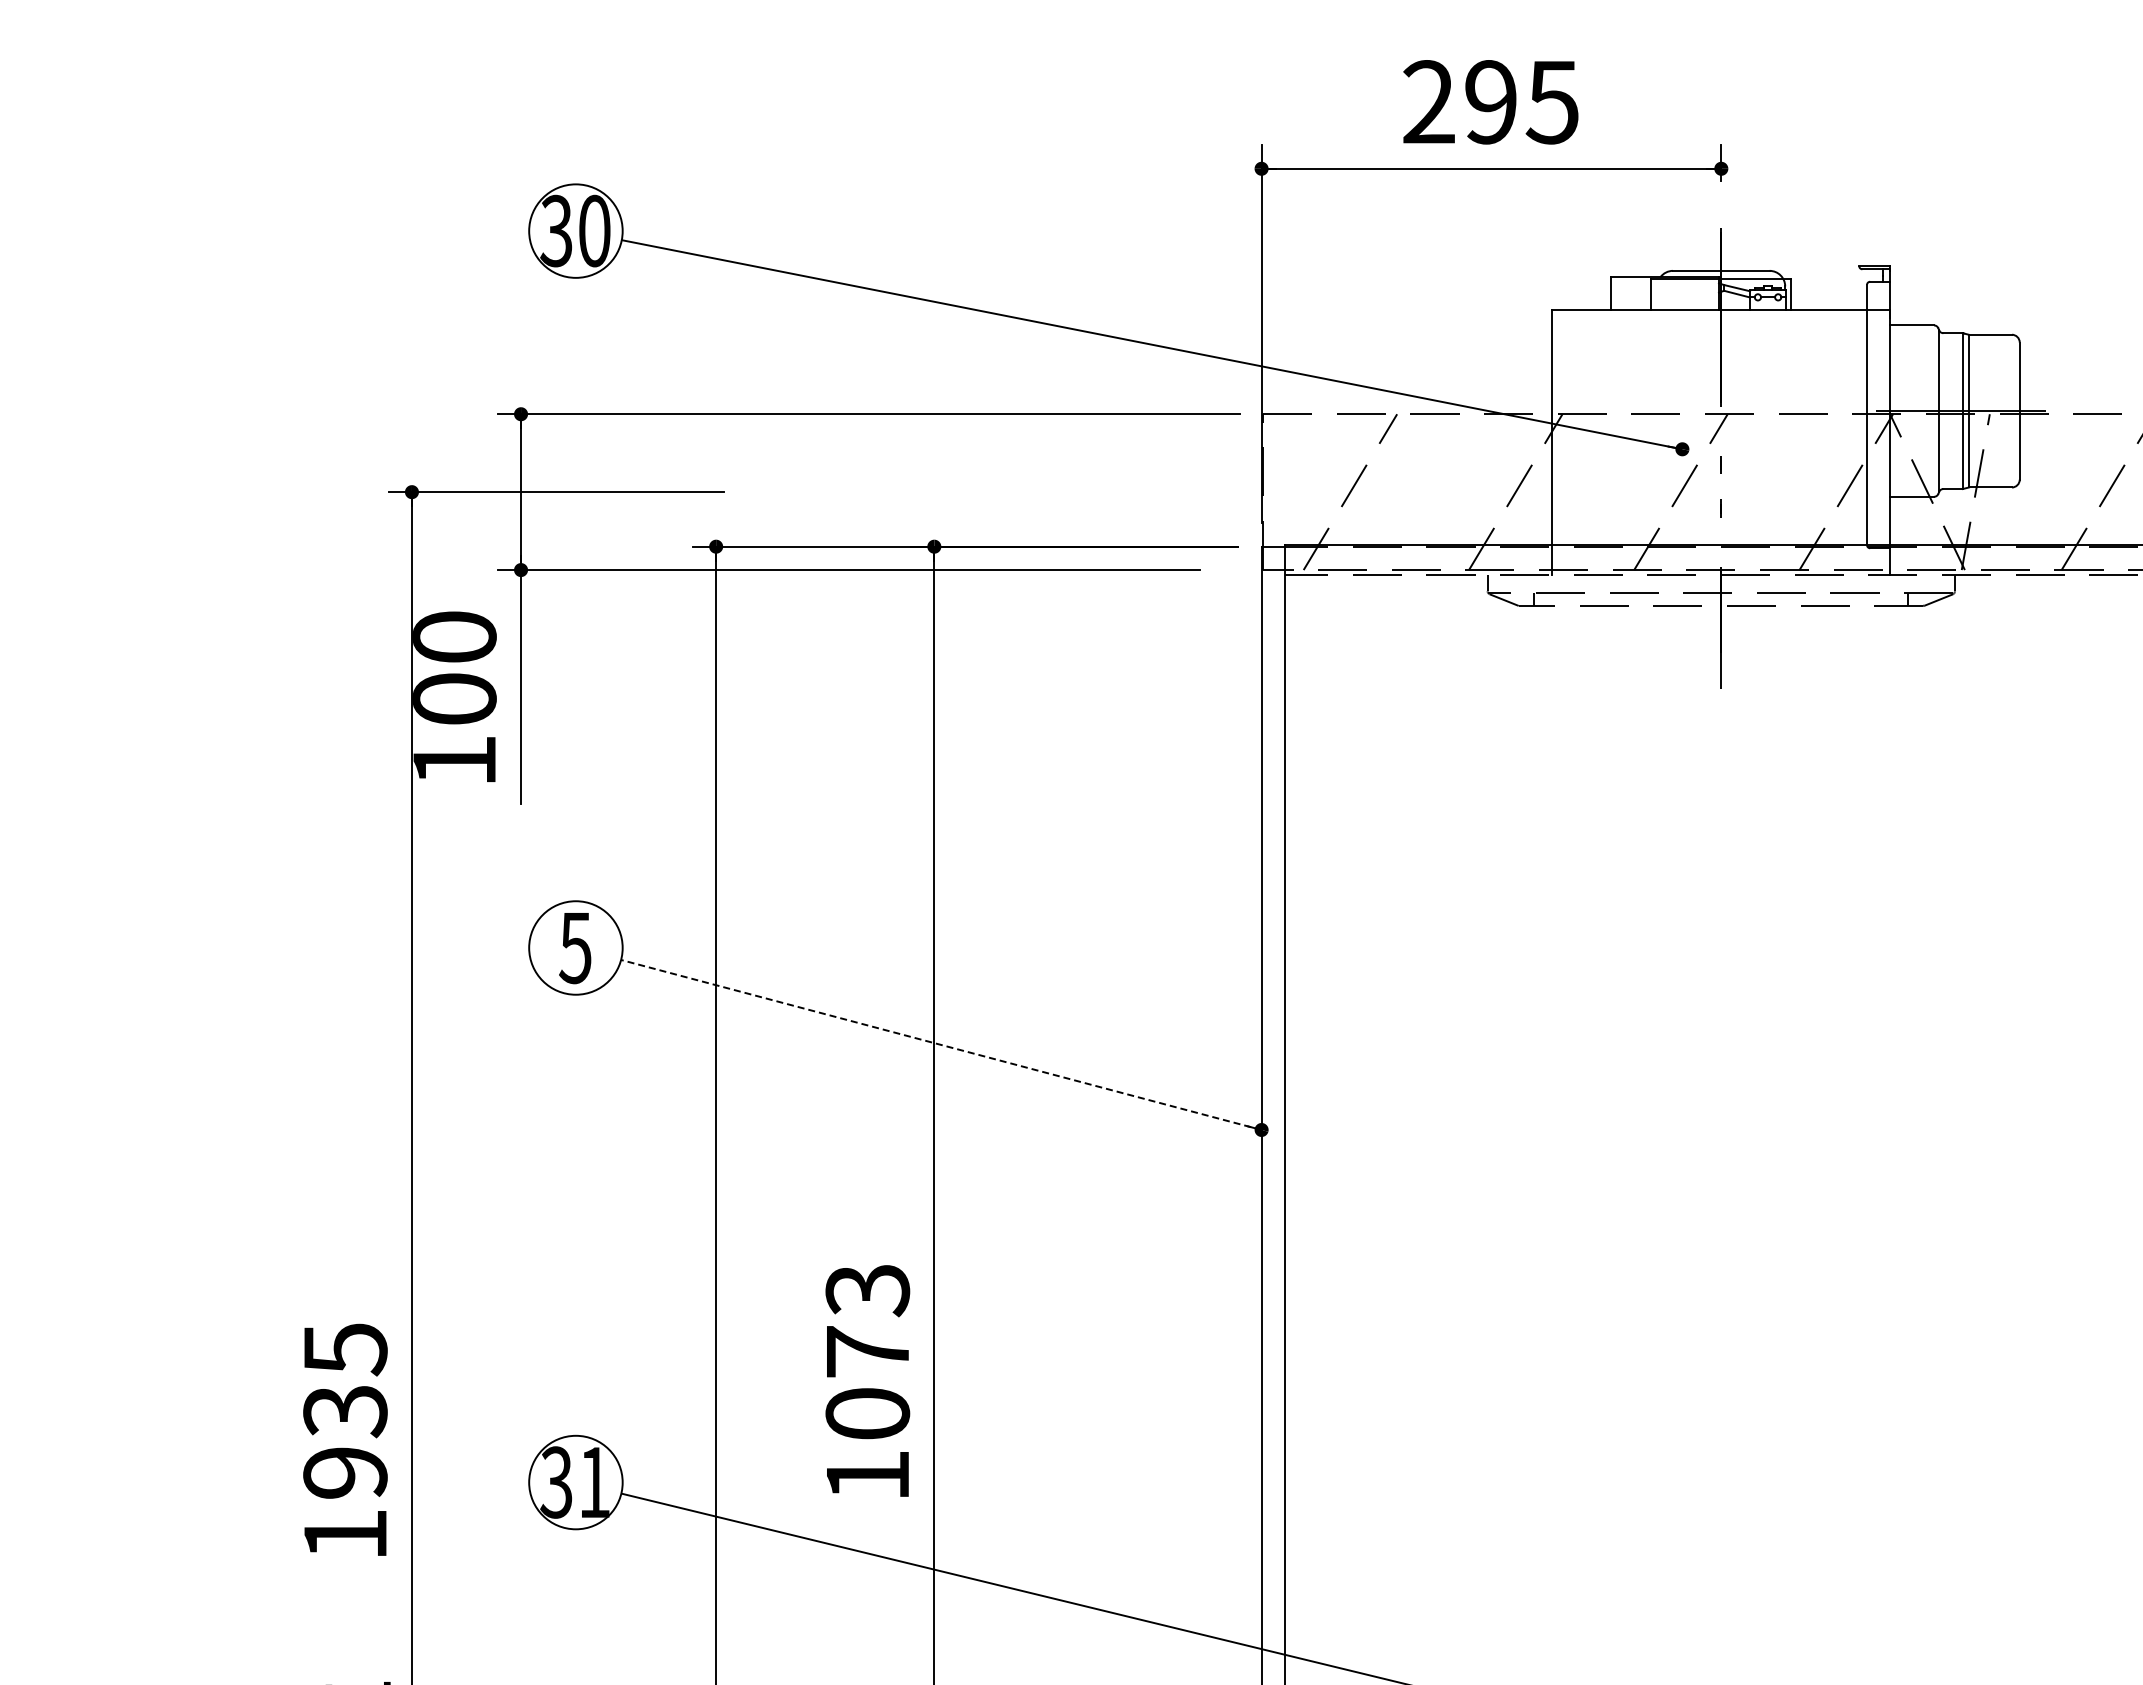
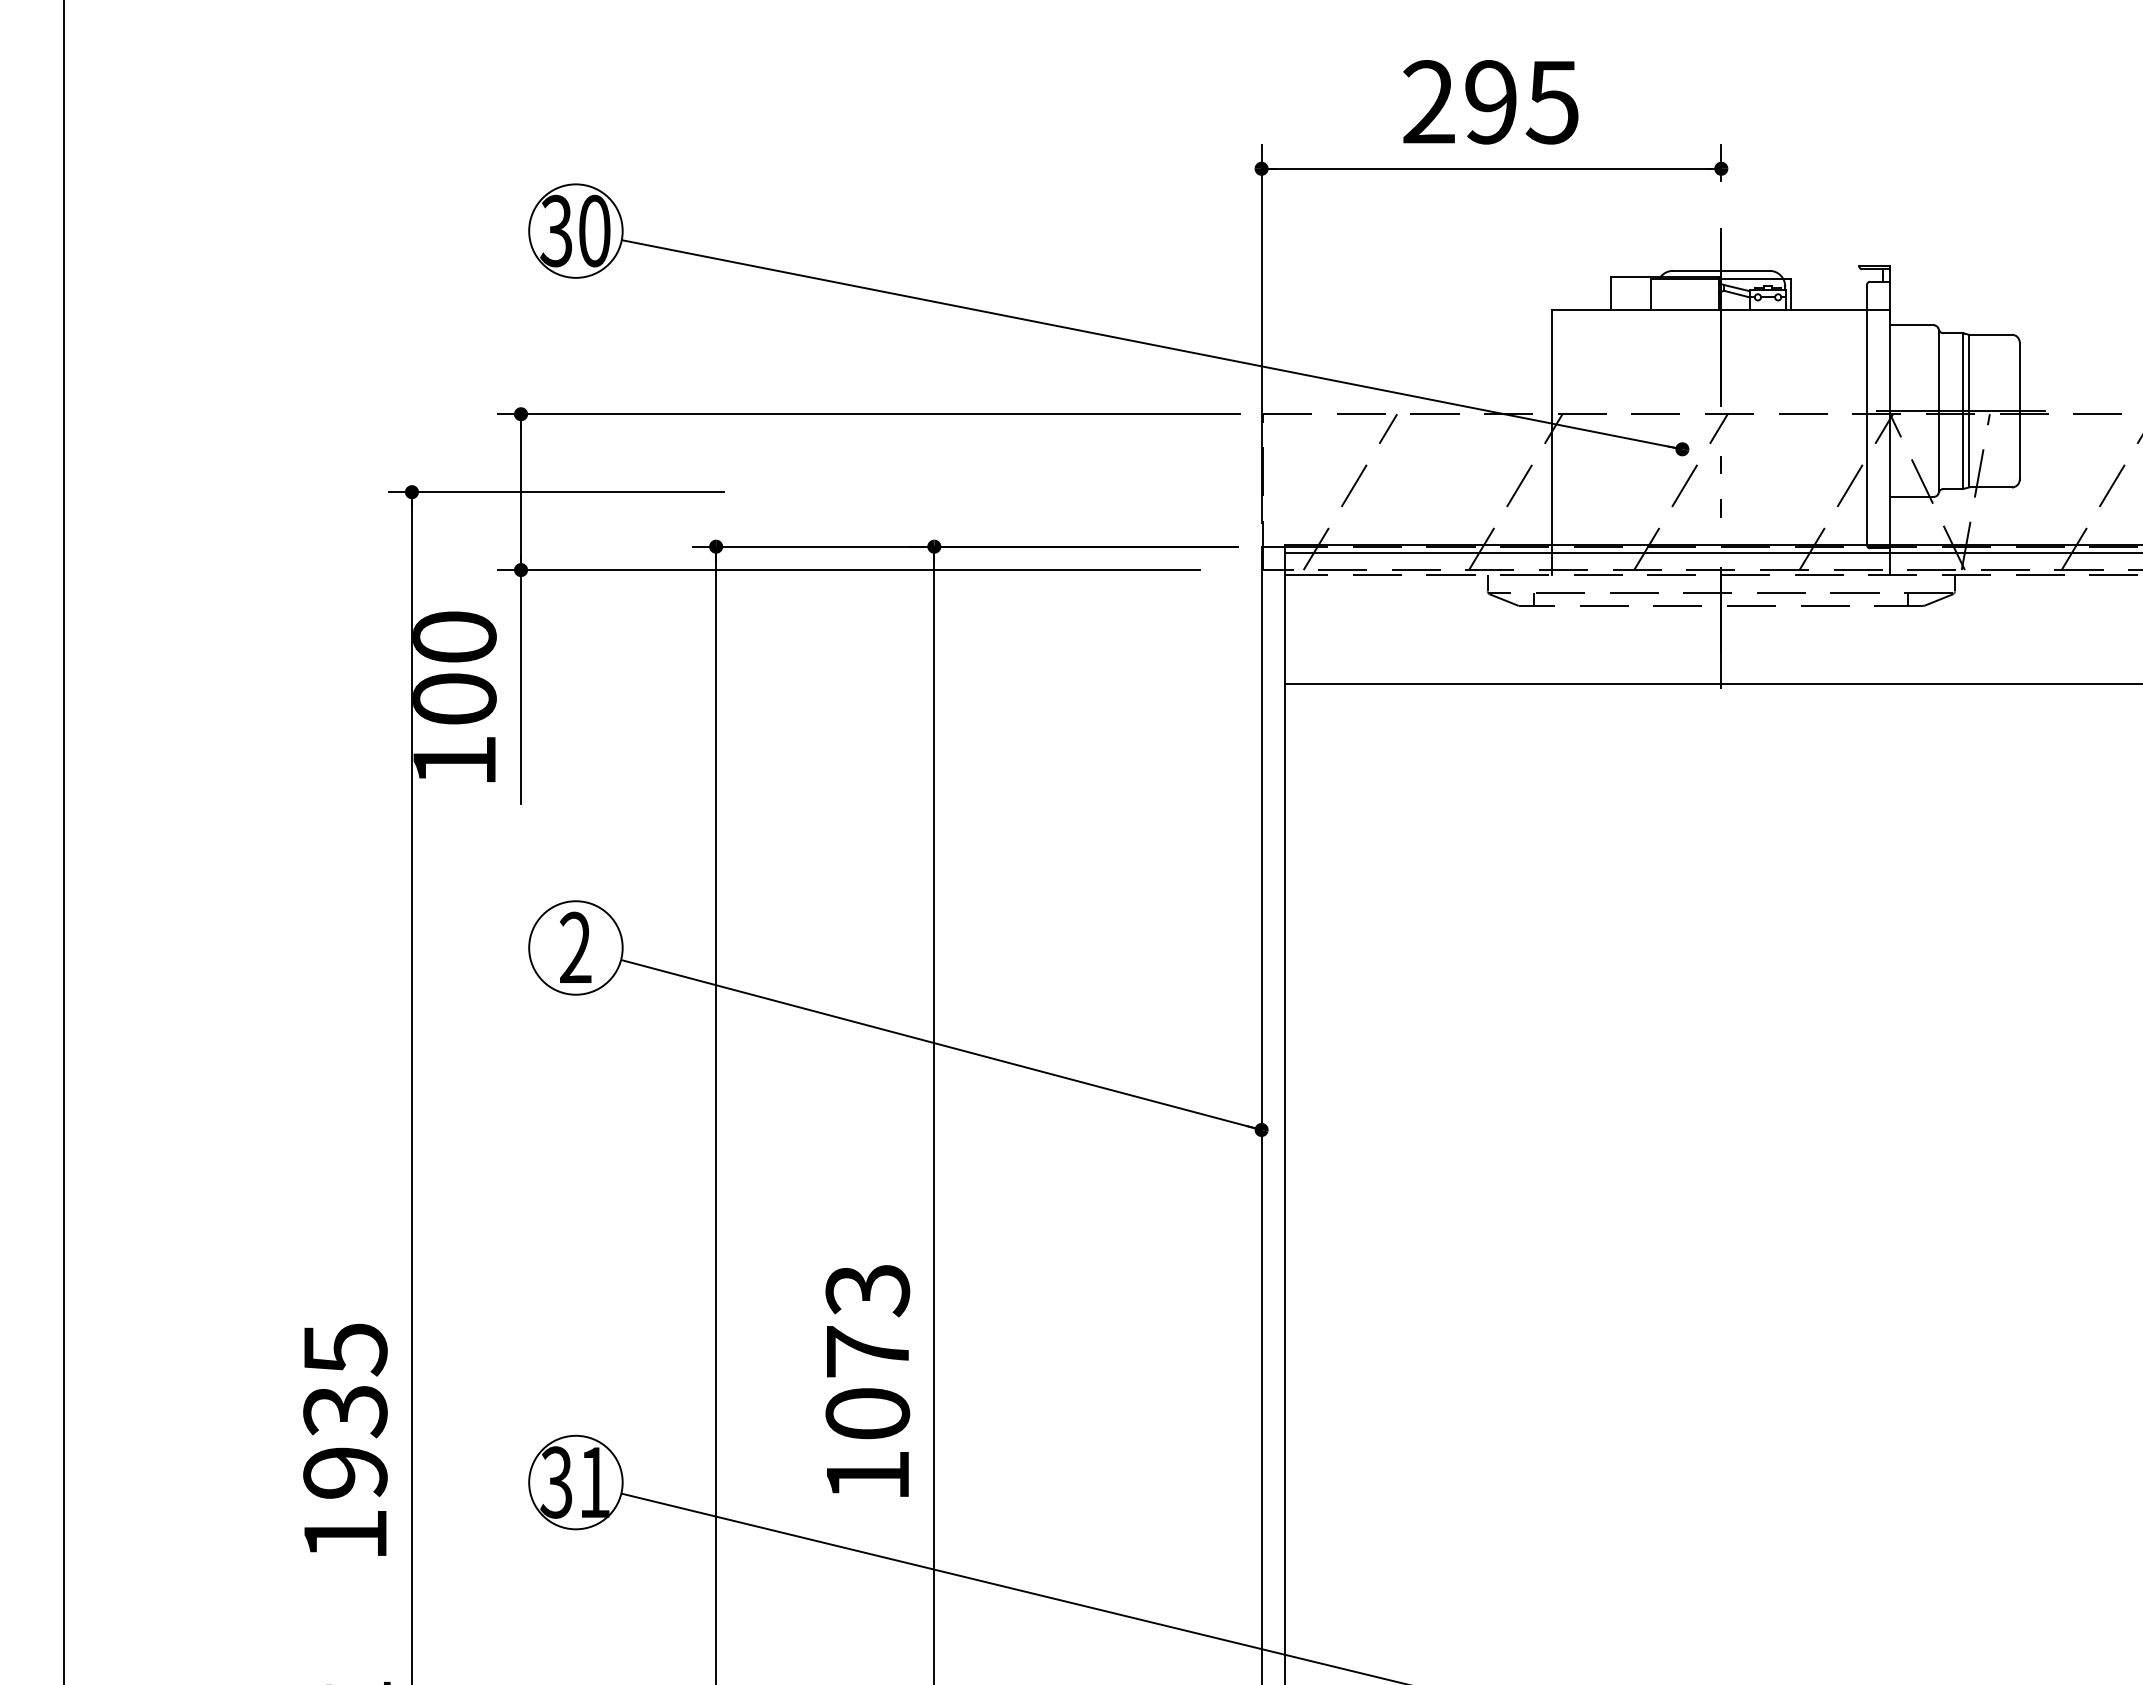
line at (1712, 552): none -> present
line at (1712, 683): none -> present
line at (64, 841): none -> present
text at (575, 947): 5 -> 2
line at (940, 1044): dashed -> solid
